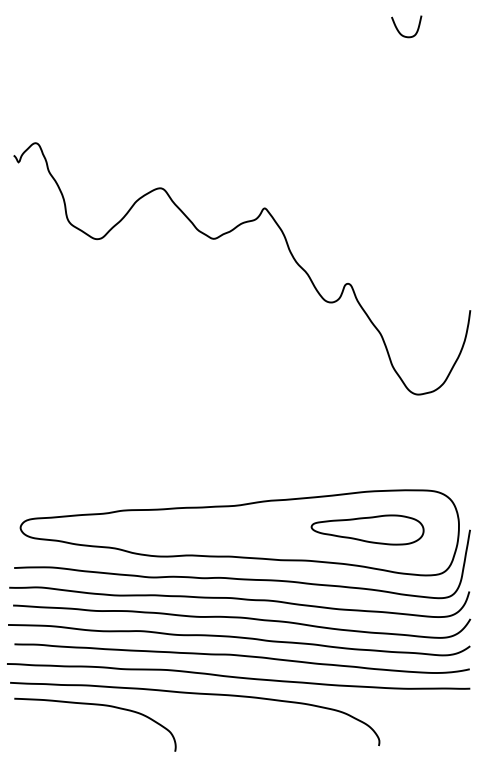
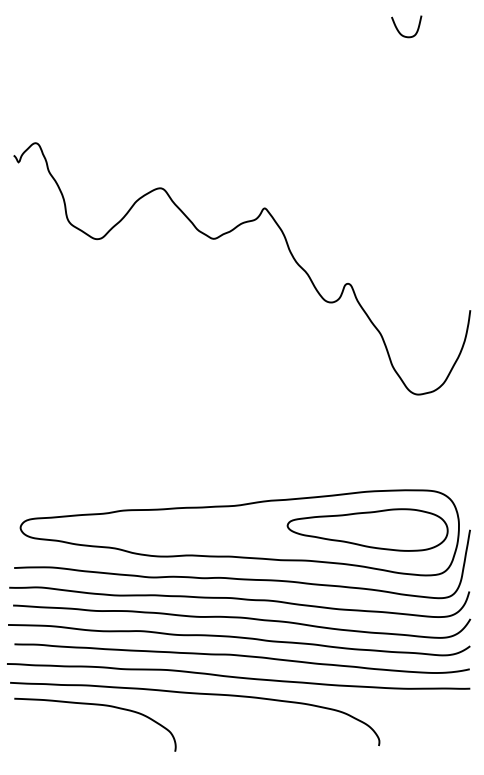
part at (367, 529) size: 115x32 px -> 163x44 px
